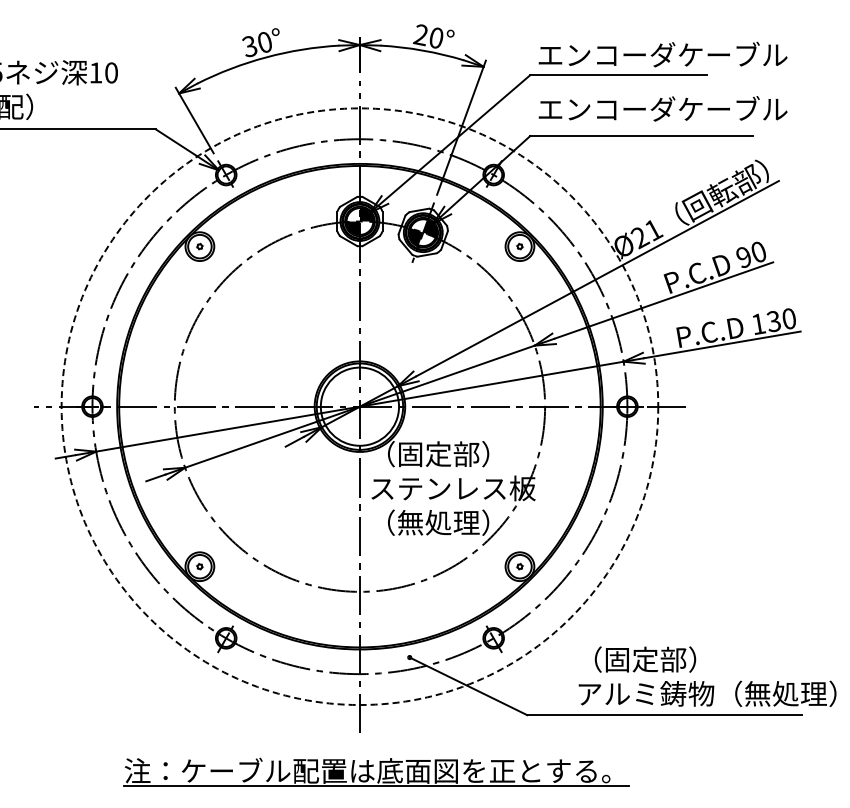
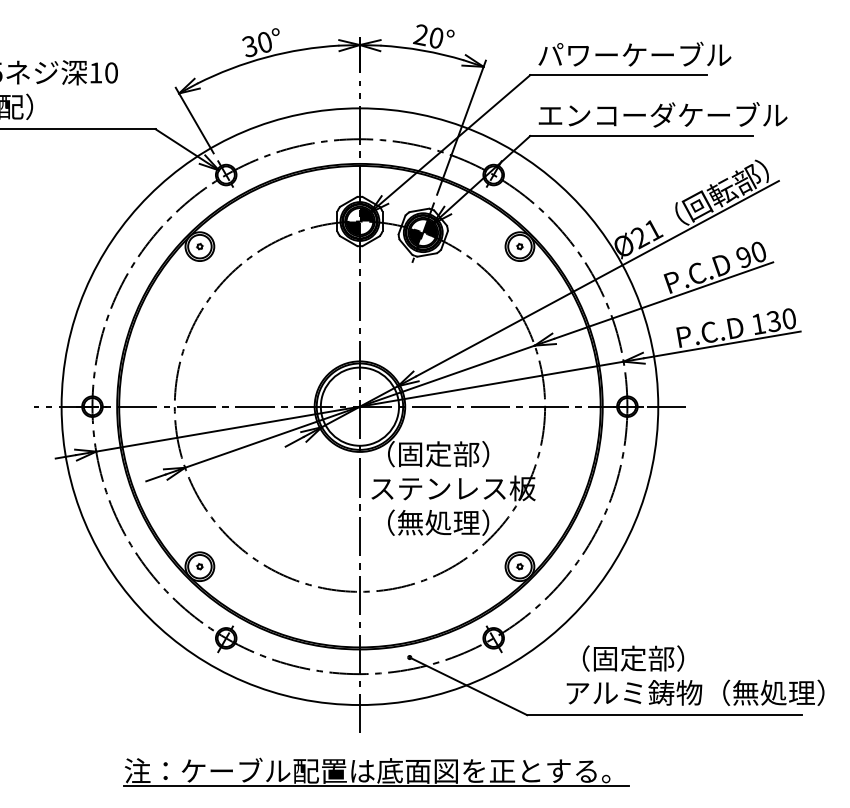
text at (662, 54): エンコーダケーブル -> パワーケーブル
text at (662, 108) position: (662, 108) -> (662, 114)
circle at (359, 406): dashed -> solid
text at (707, 676) position: (707, 676) -> (695, 675)
